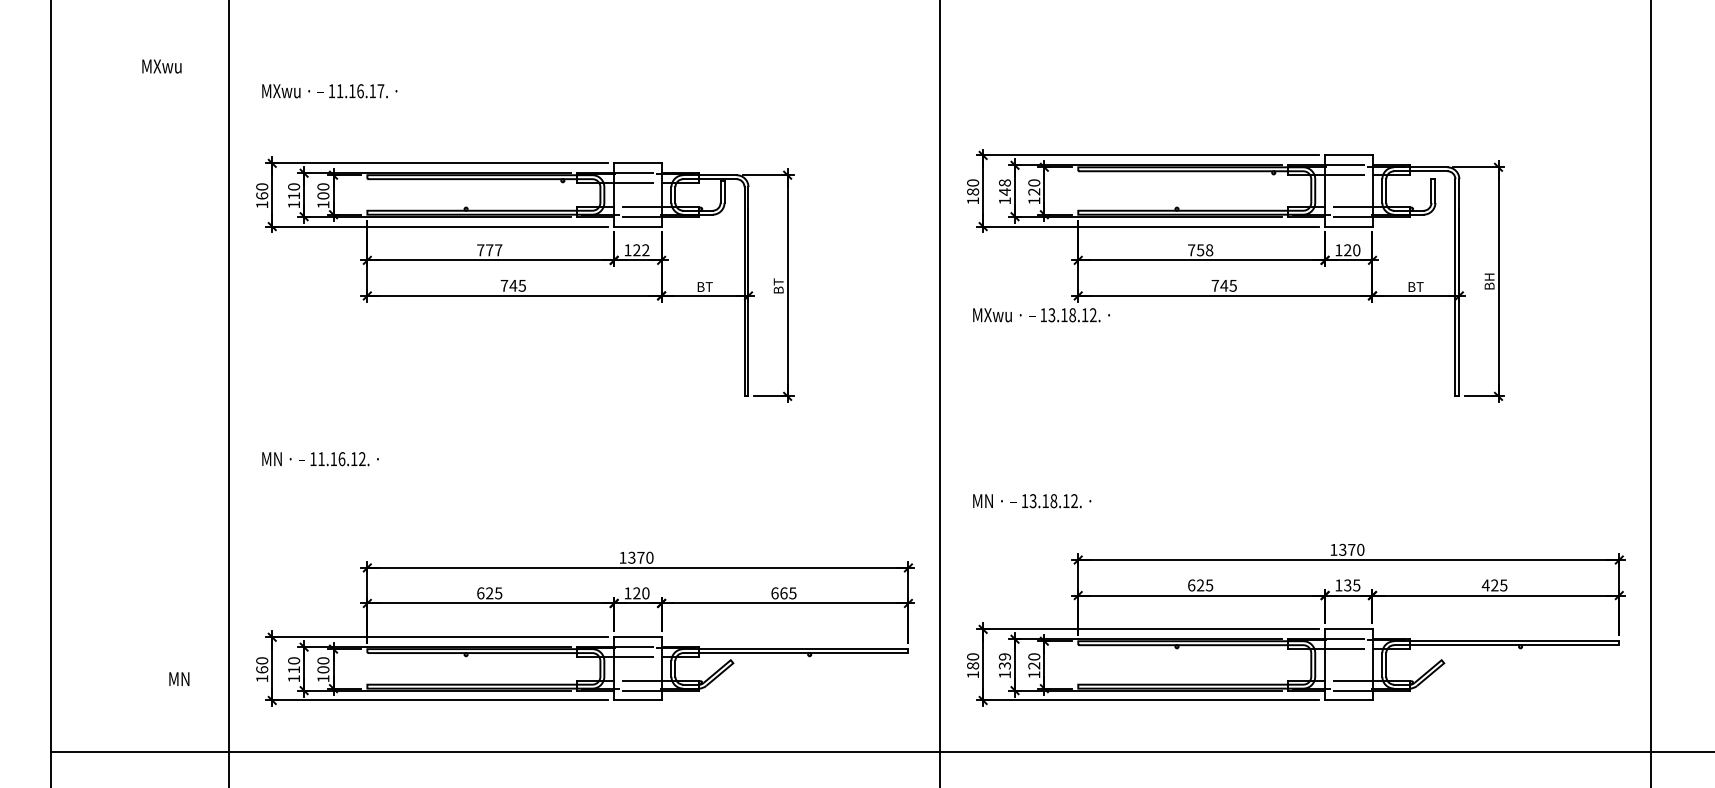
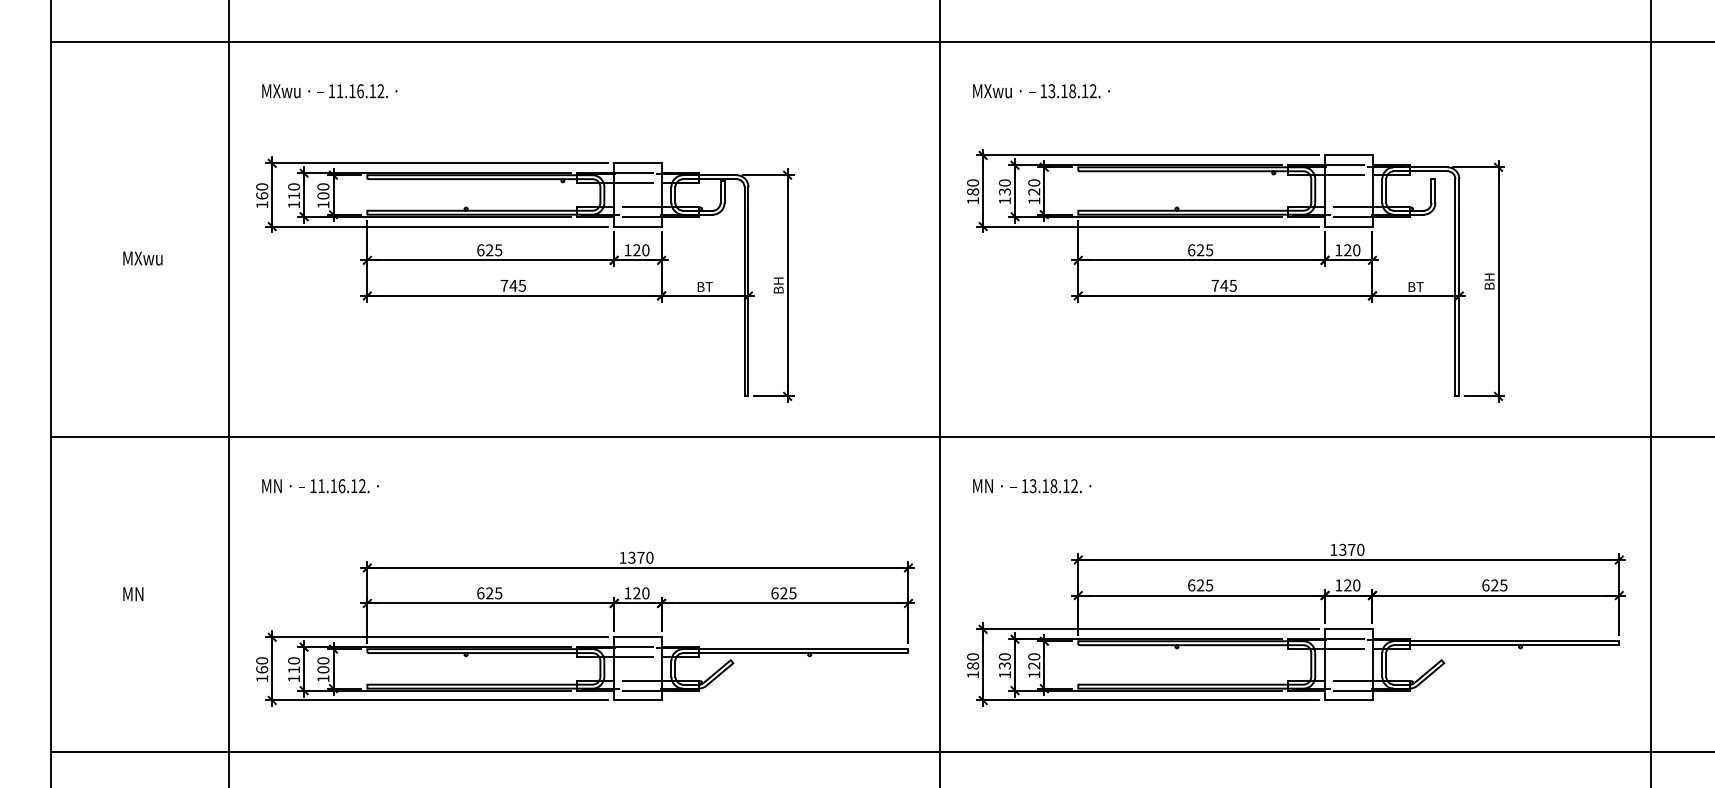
line at (881, 41): none -> present
text at (161, 66) position: (161, 66) -> (142, 258)
text at (380, 91): 11.16.17. -> 11.16.12.
text at (1004, 187): 148 -> 130
text at (489, 250): 777 -> 625
text at (645, 250): 122 -> 120
text at (1200, 250): 758 -> 625
text at (778, 281): BT -> BH
text at (1041, 315) position: (1041, 315) -> (1041, 91)
line at (881, 436): none -> present
text at (320, 459) position: (320, 459) -> (320, 486)
text at (1032, 501) position: (1032, 501) -> (1032, 486)
text at (1352, 585): 135 -> 120
text at (1485, 585): 425 -> 625
text at (783, 593): 665 -> 625
text at (1004, 656): 139 -> 130
text at (179, 678) position: (179, 678) -> (133, 593)
